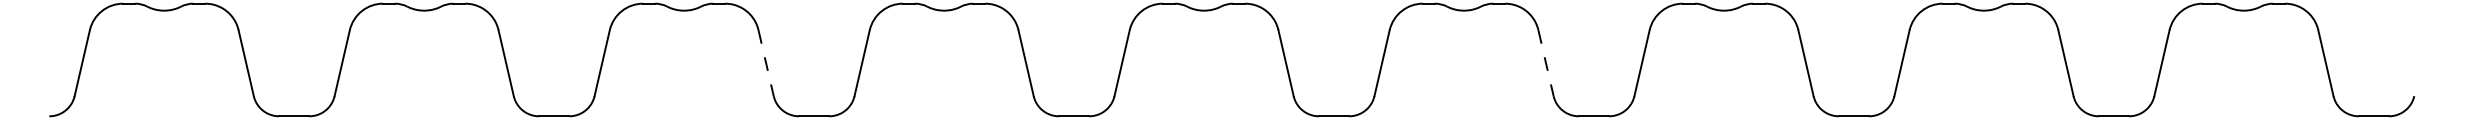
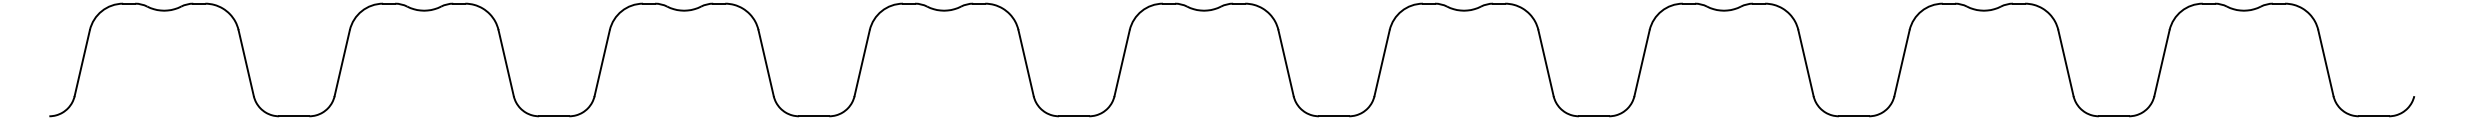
line at (766, 63): dashed -> solid
line at (1546, 63): dashed -> solid
